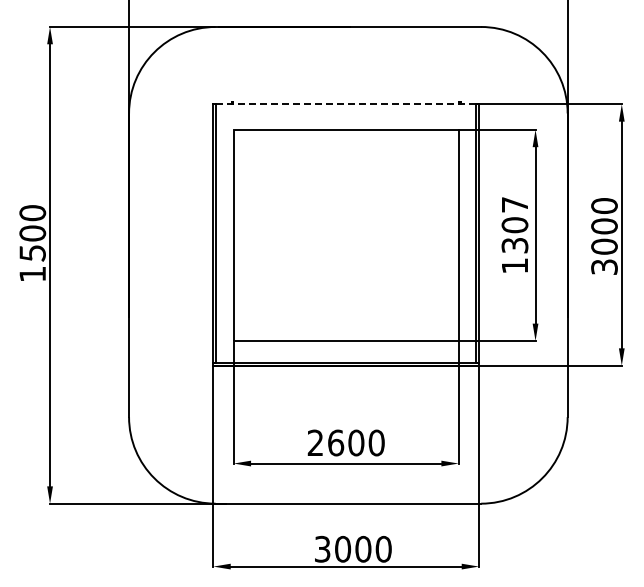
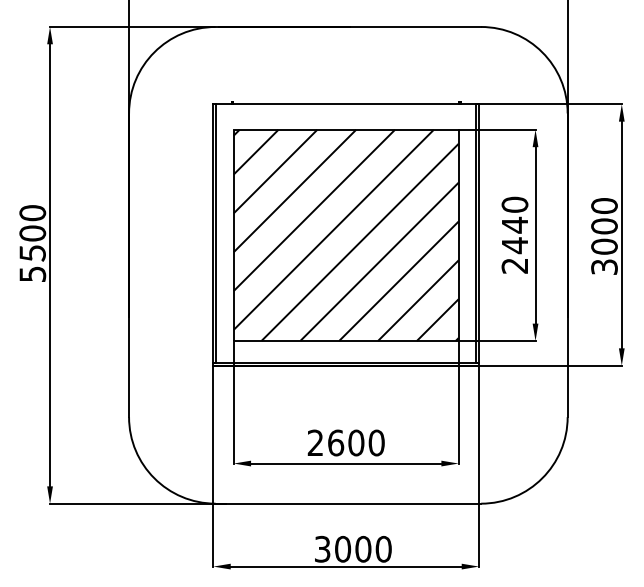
line at (346, 104): dashed -> solid
hatch at (345, 234): none -> present
text at (514, 234): 1307 -> 2440
text at (32, 273): 1 -> 5
